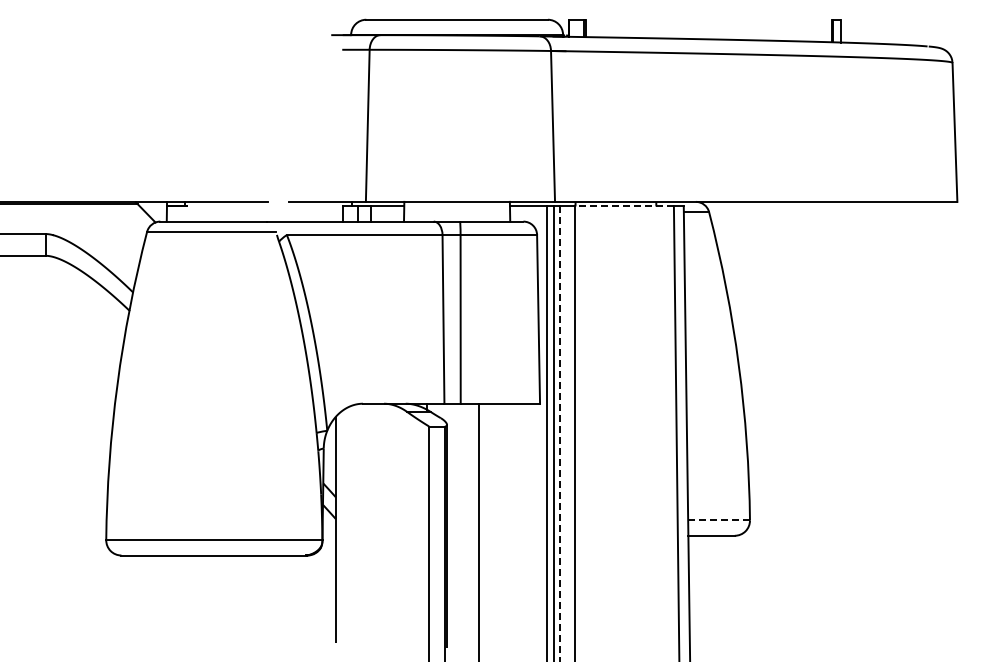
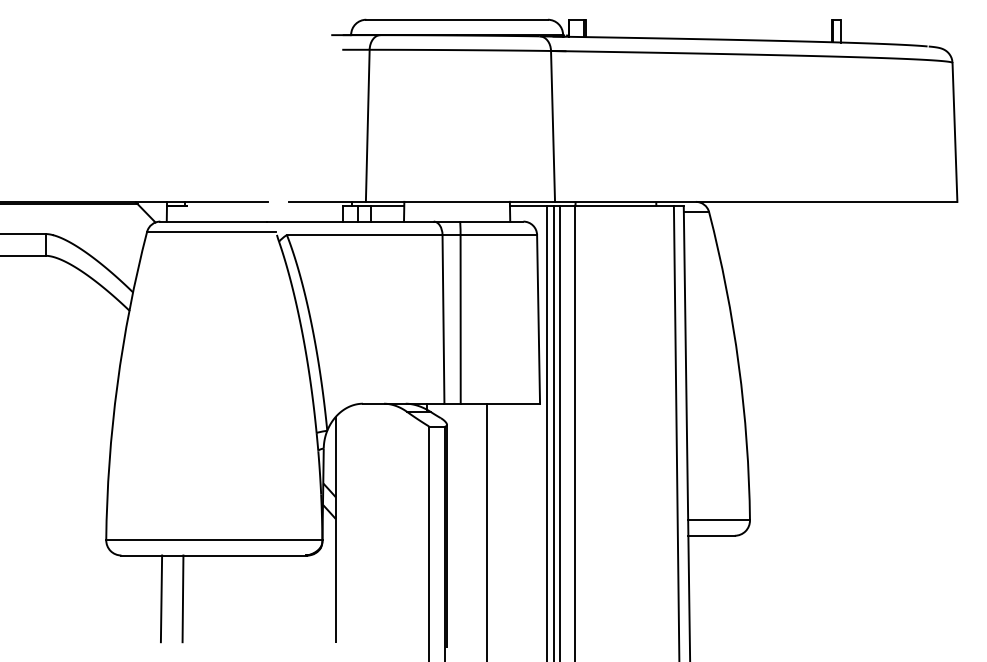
line at (624, 206): dashed -> solid
line at (559, 434): dashed -> solid
line at (719, 520): dashed -> solid
line at (479, 530) position: (479, 530) -> (487, 530)
line at (161, 598): none -> present
line at (182, 598): none -> present
